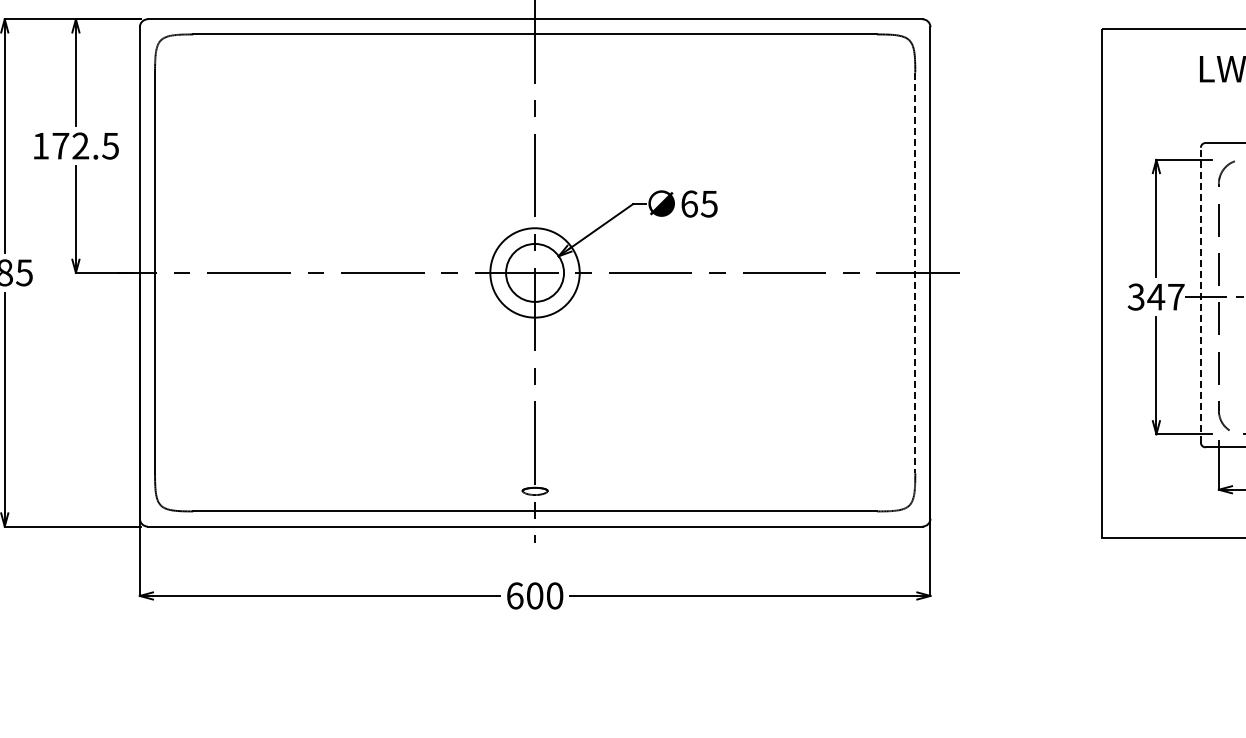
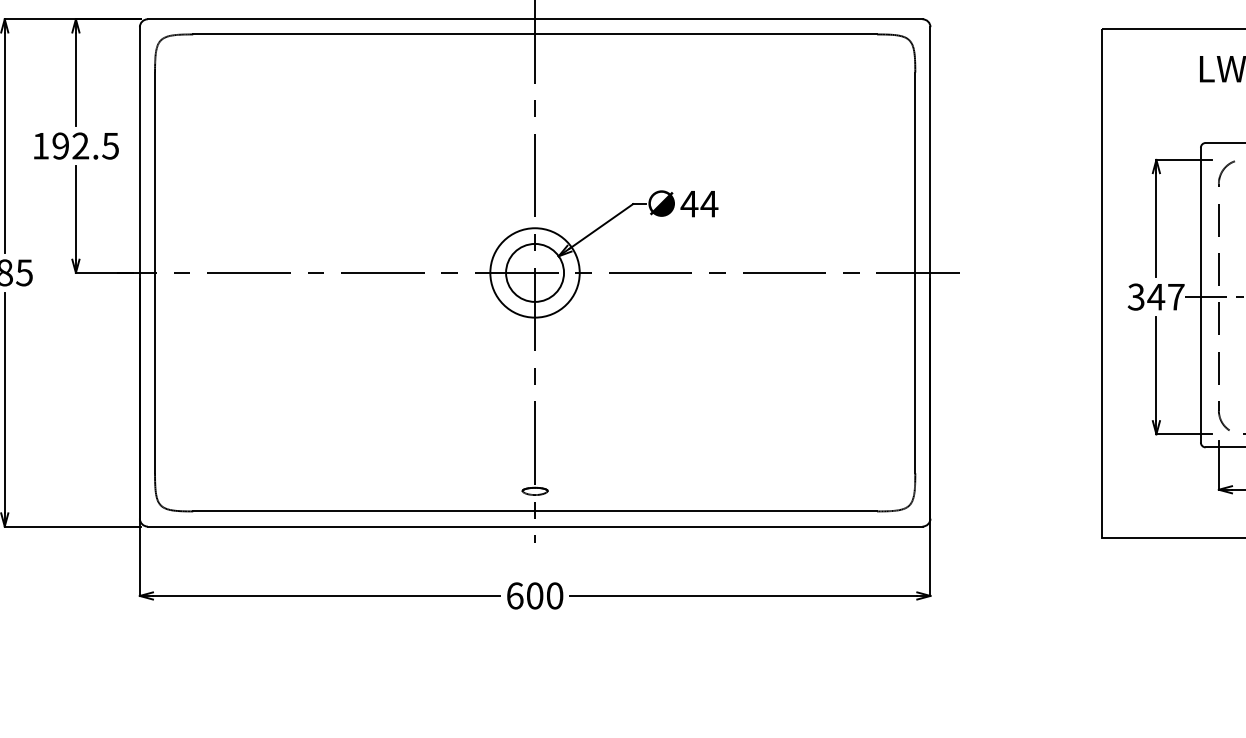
text at (60, 145): 172.5 -> 192.5
text at (699, 203): 65 -> 44
line at (915, 273): dashed -> solid
line at (1200, 294): dashed -> solid
